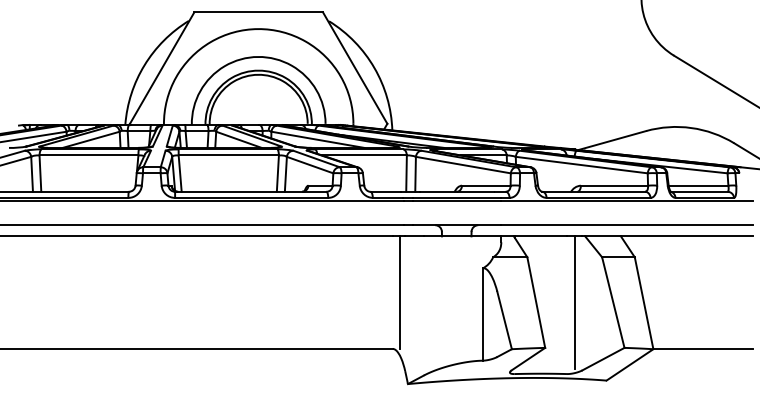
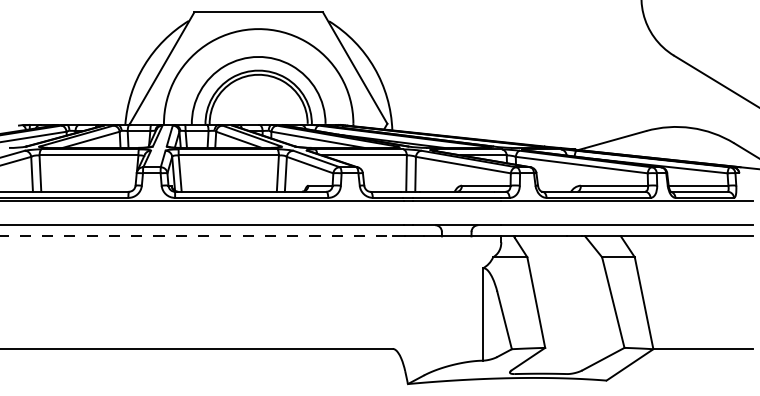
line at (196, 236): solid -> dashed
line at (399, 292): present -> none
line at (574, 302): present -> none
